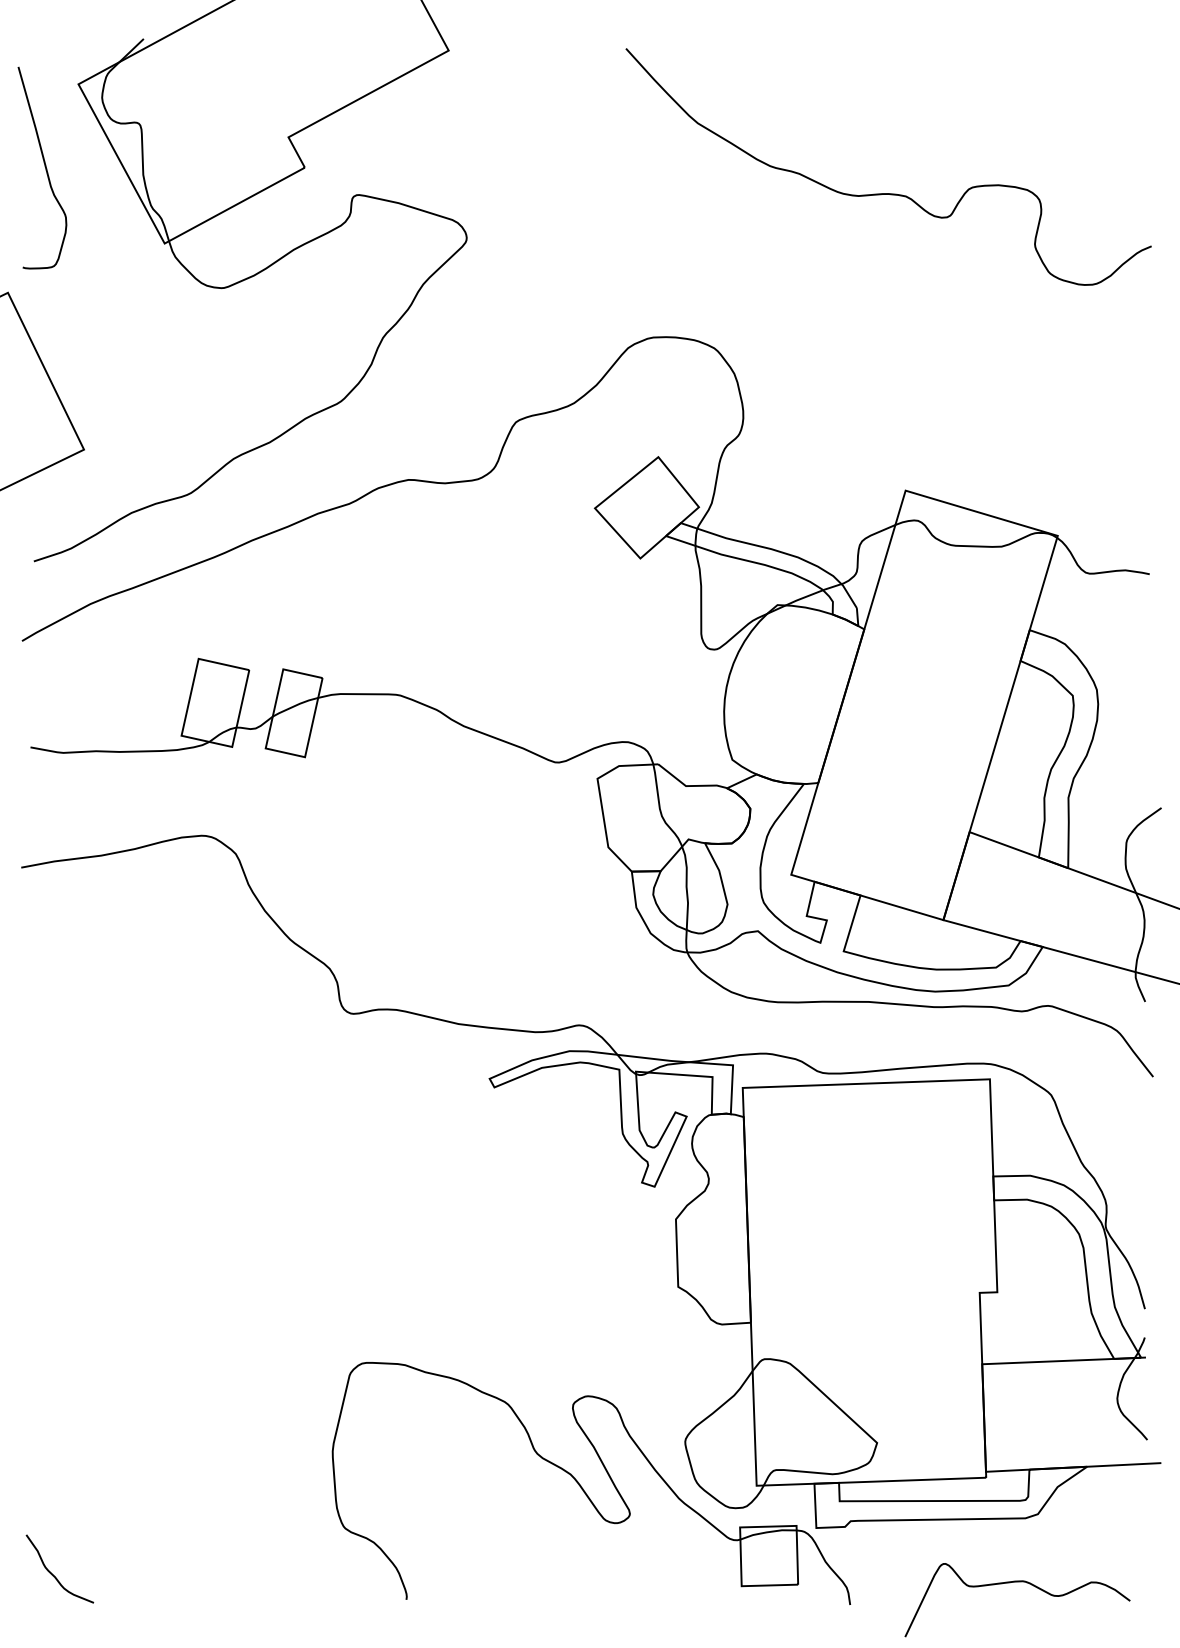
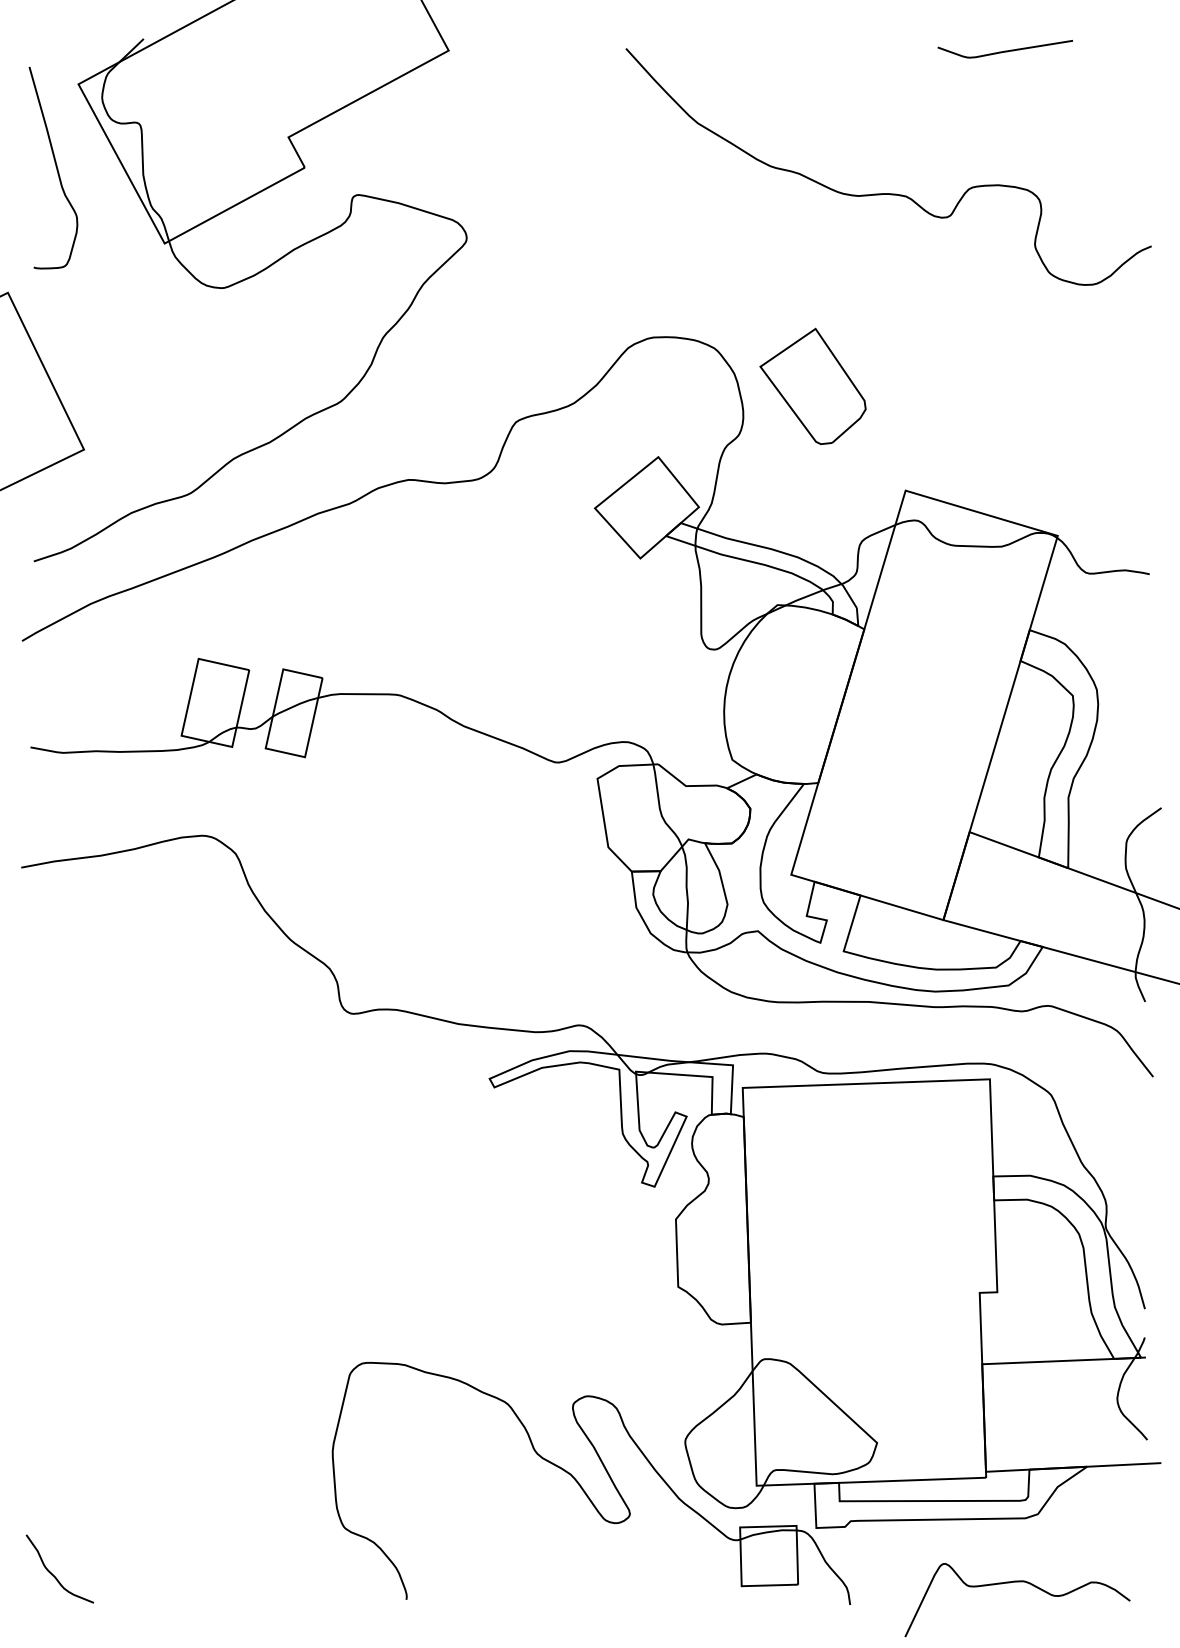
curve at (1004, 50): none -> present
curve at (44, 166) position: (44, 166) -> (55, 166)
part at (812, 385): none -> present
